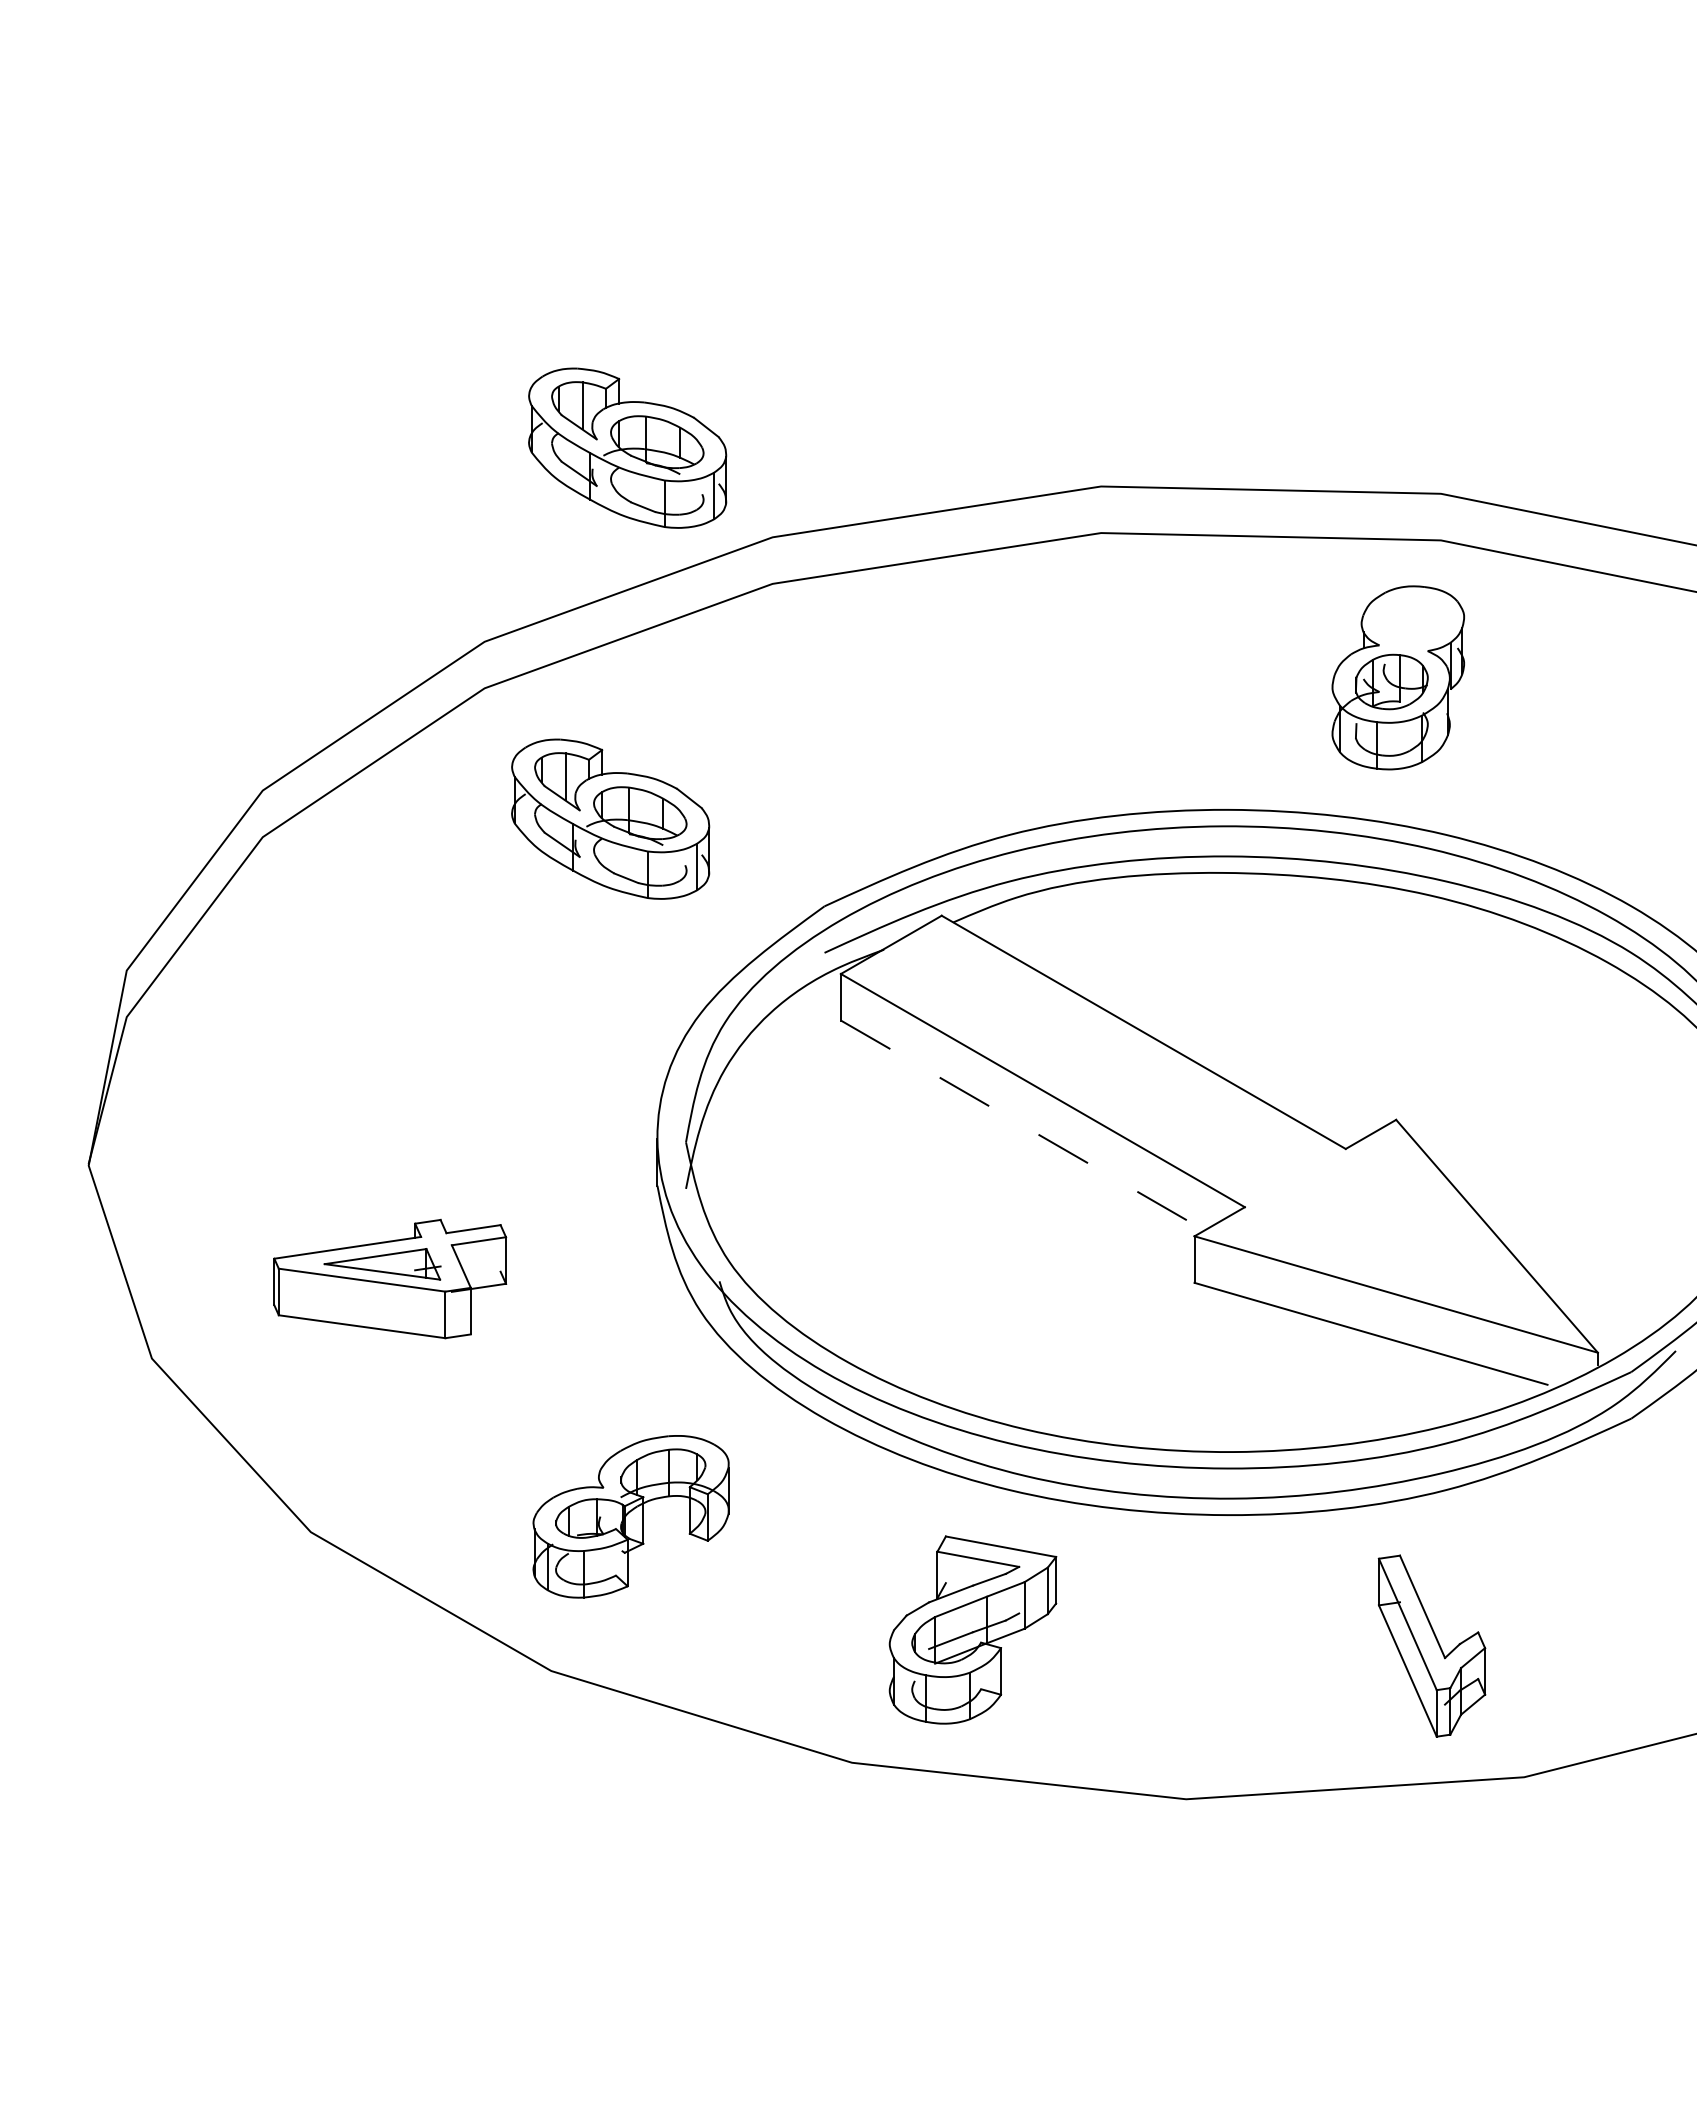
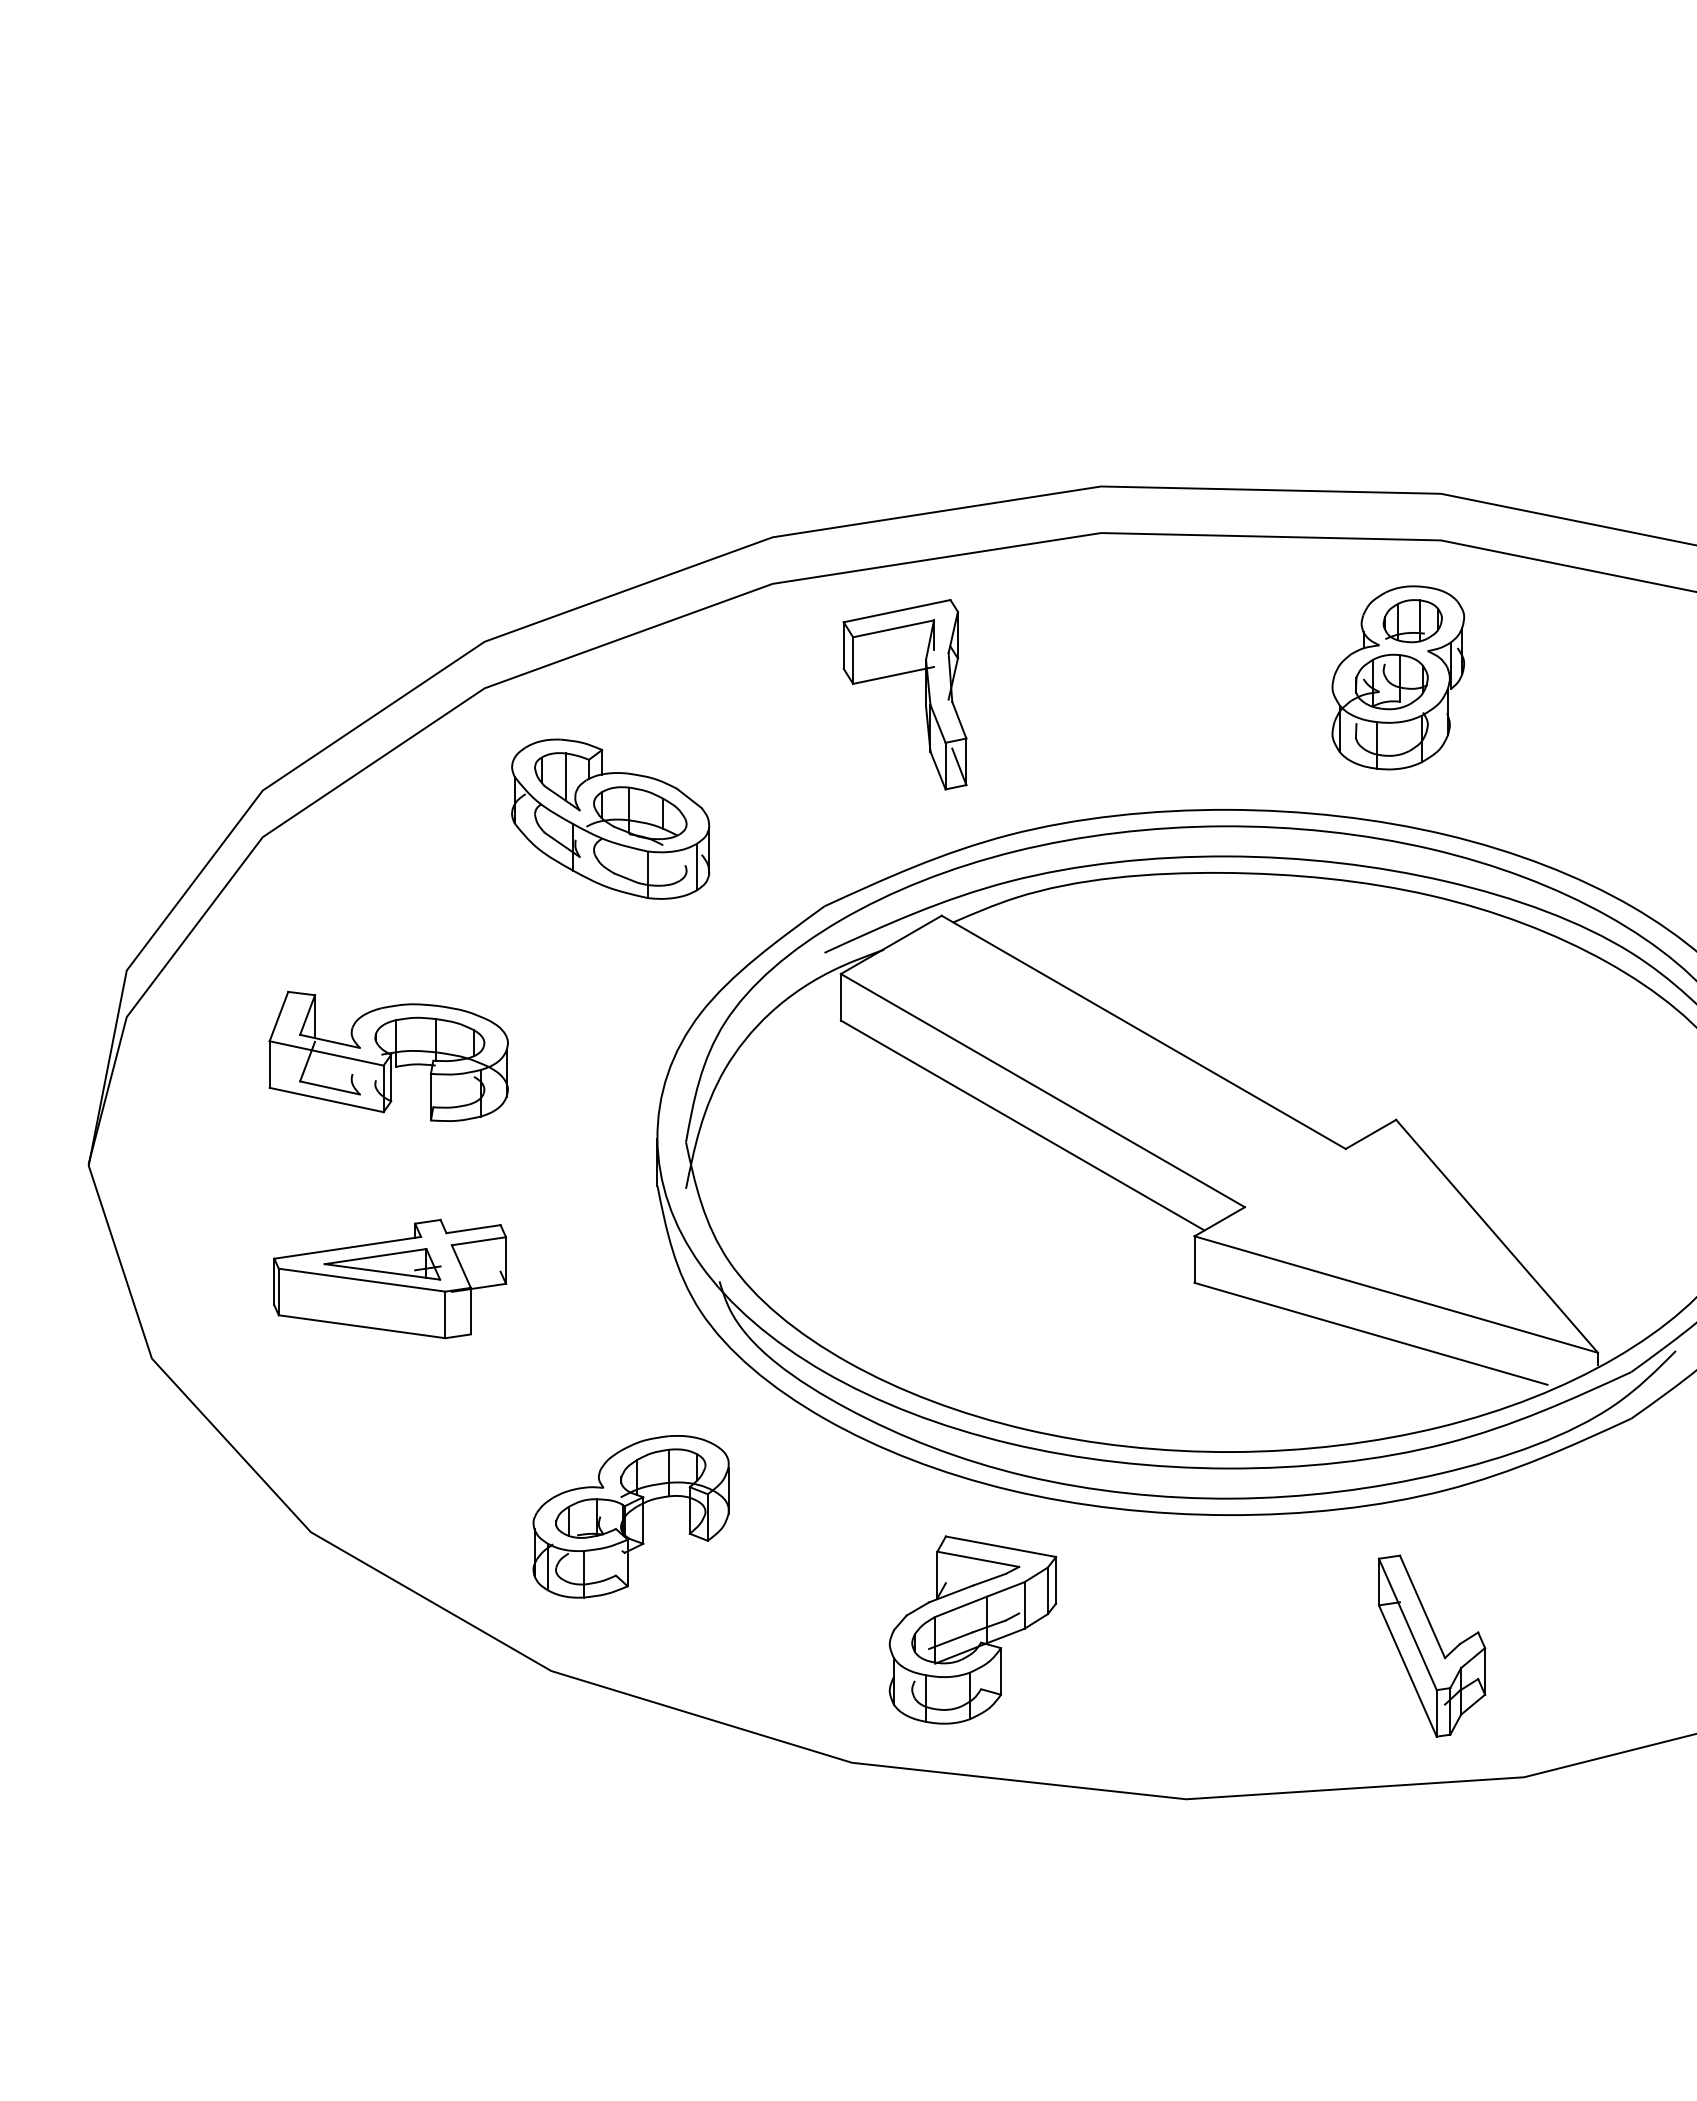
part at (627, 447): present -> none
part at (1412, 621): none -> present
part at (899, 675): none -> present
part at (388, 1055): none -> present
line at (1022, 1125): dashed -> solid
